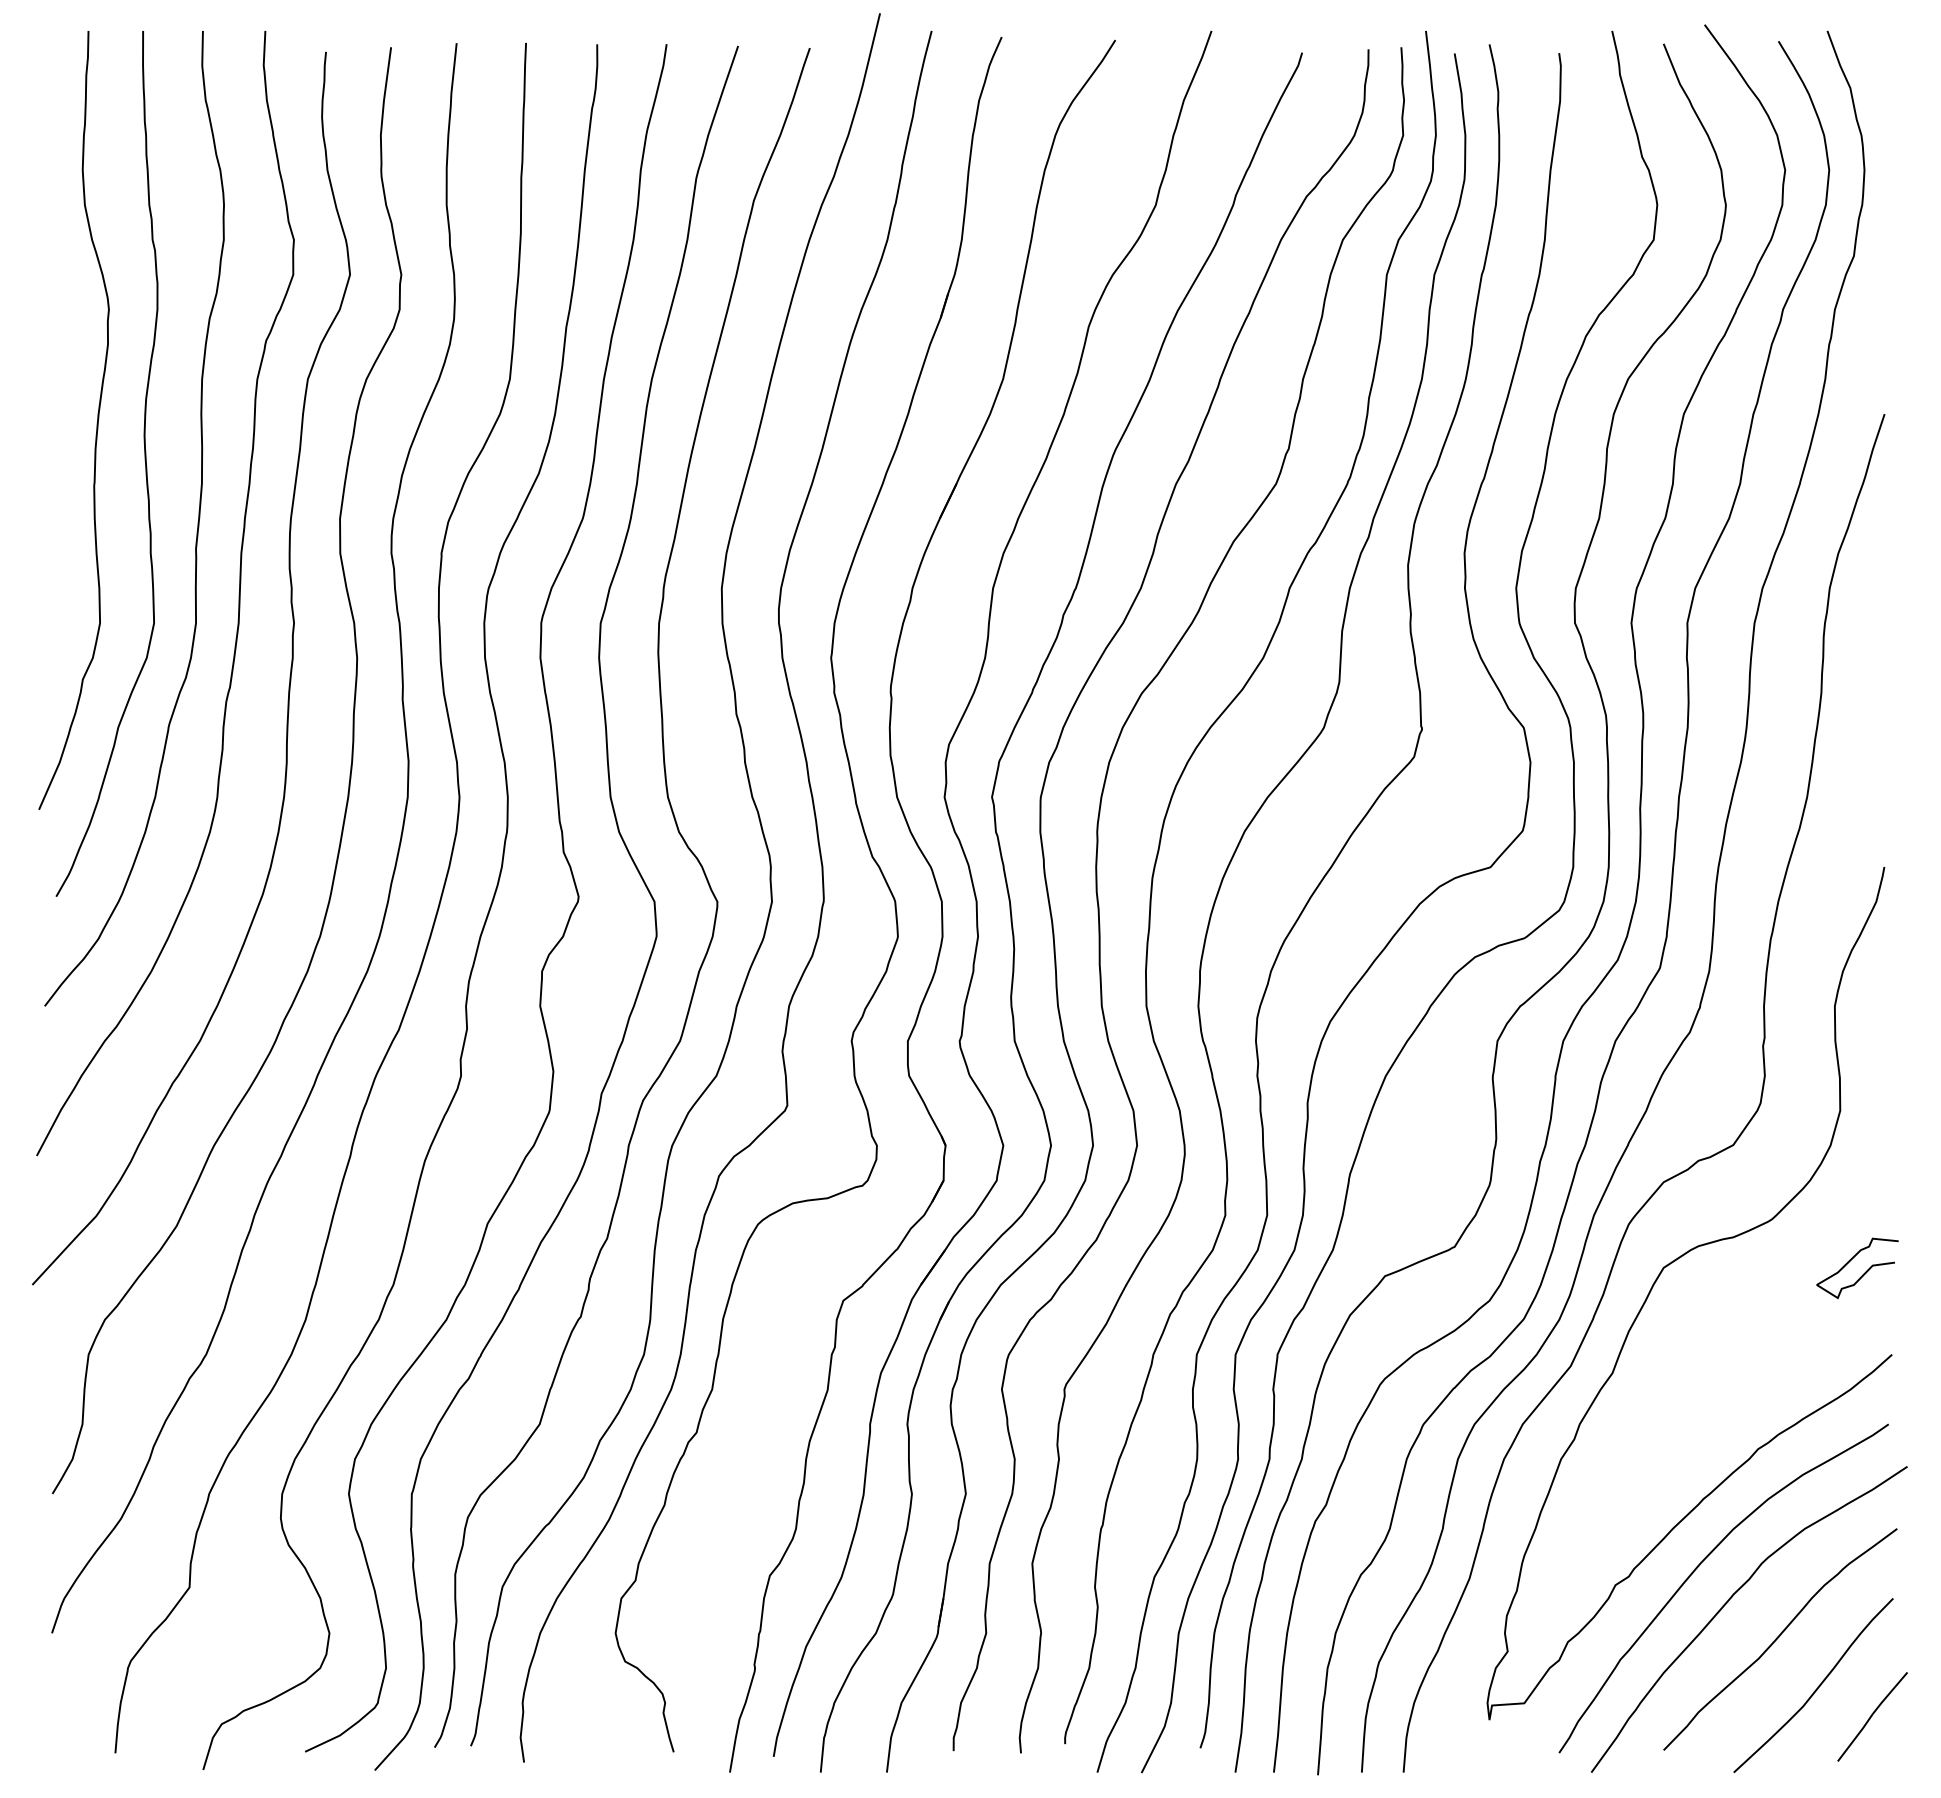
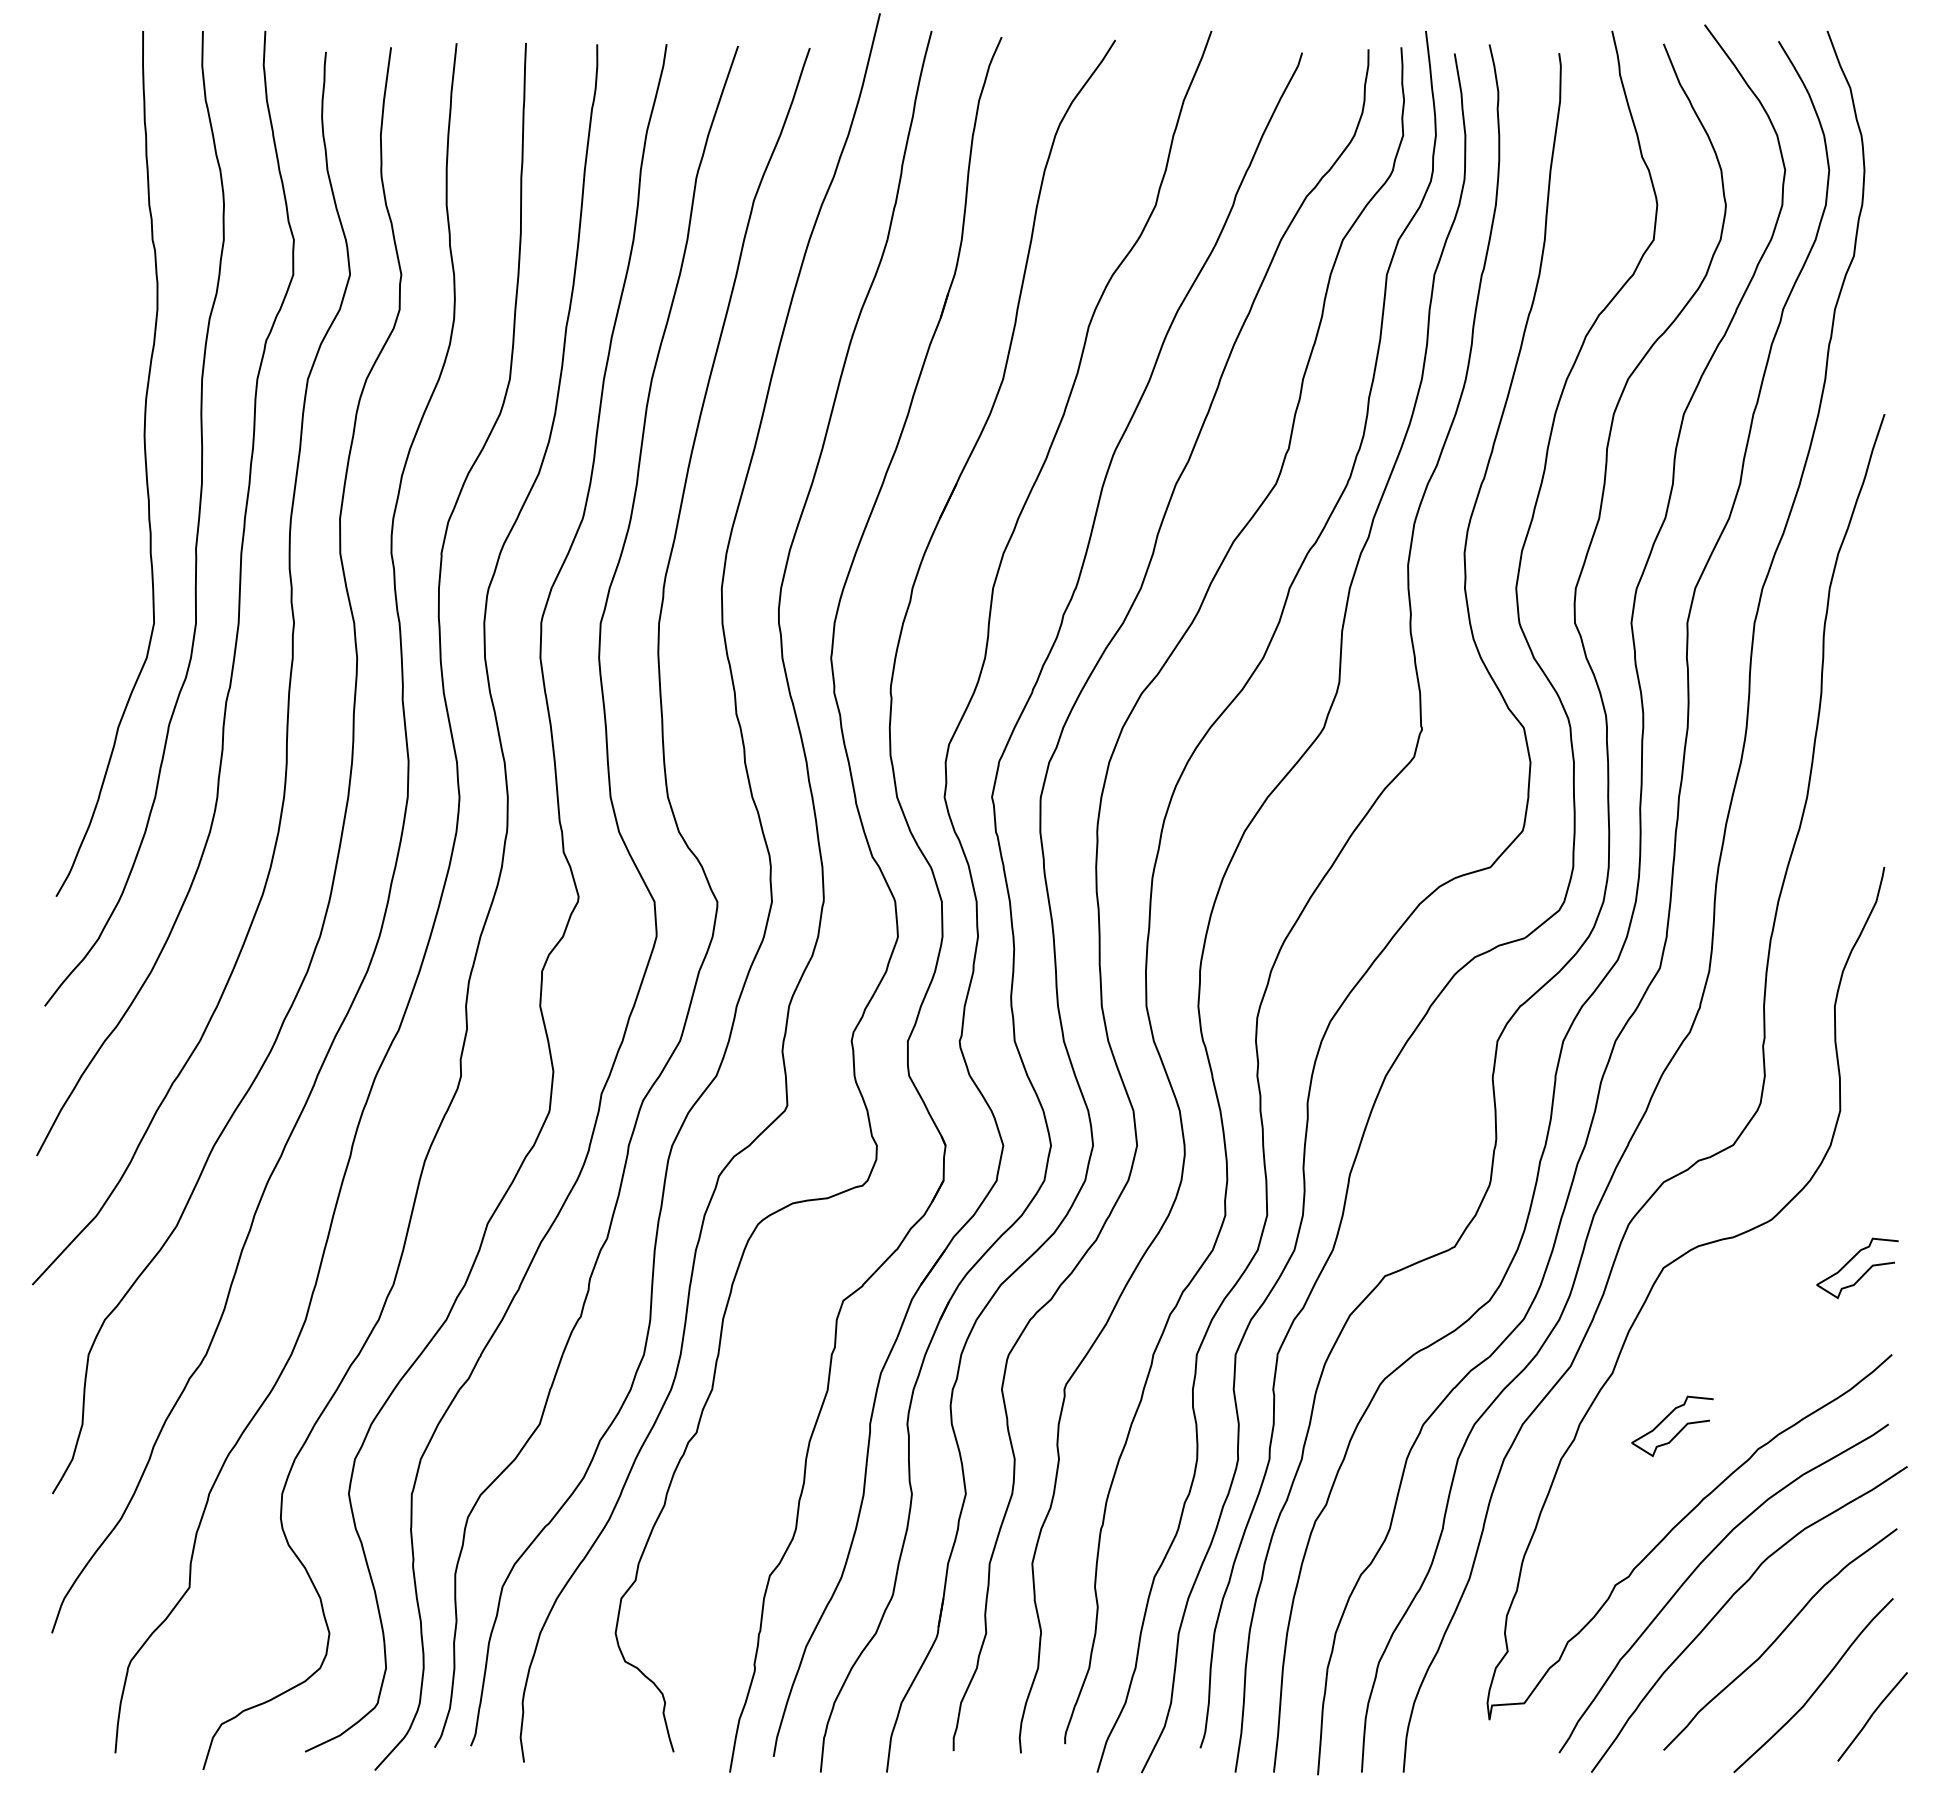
curve at (96, 423): present -> none
curve at (1678, 1431): none -> present
